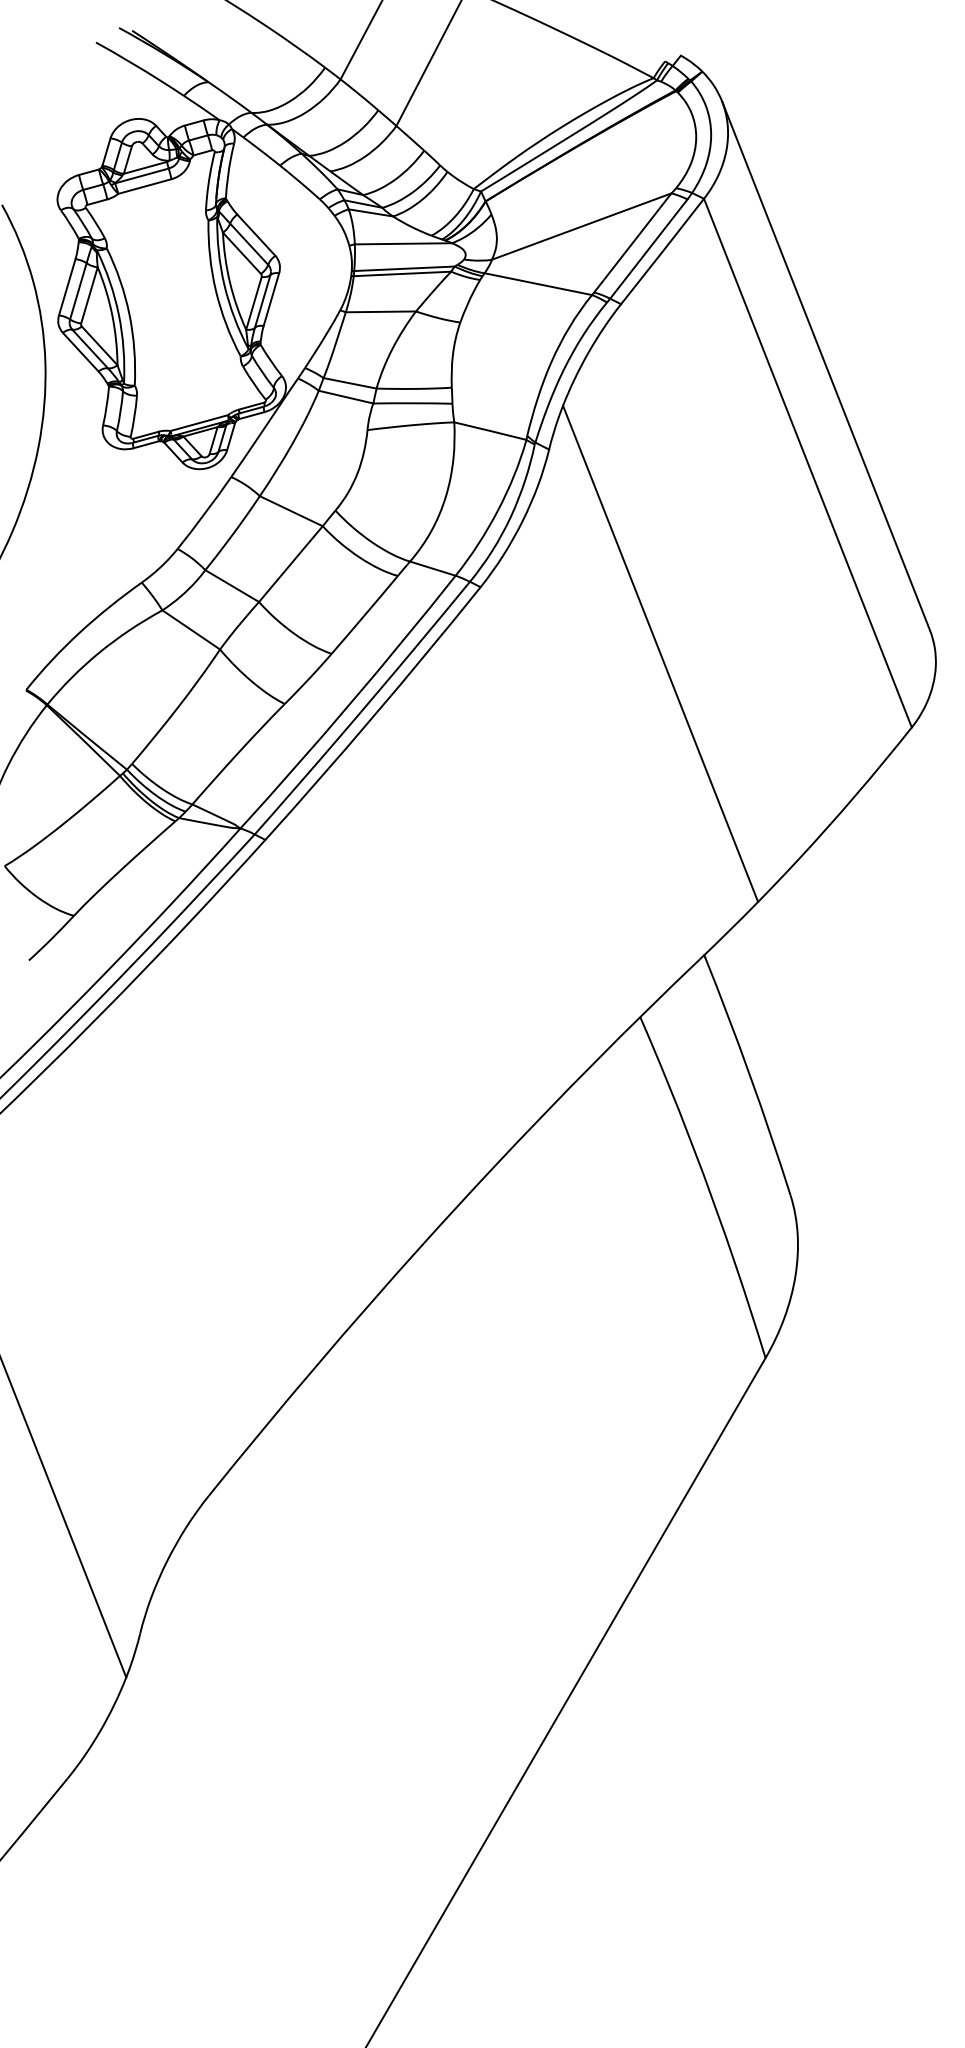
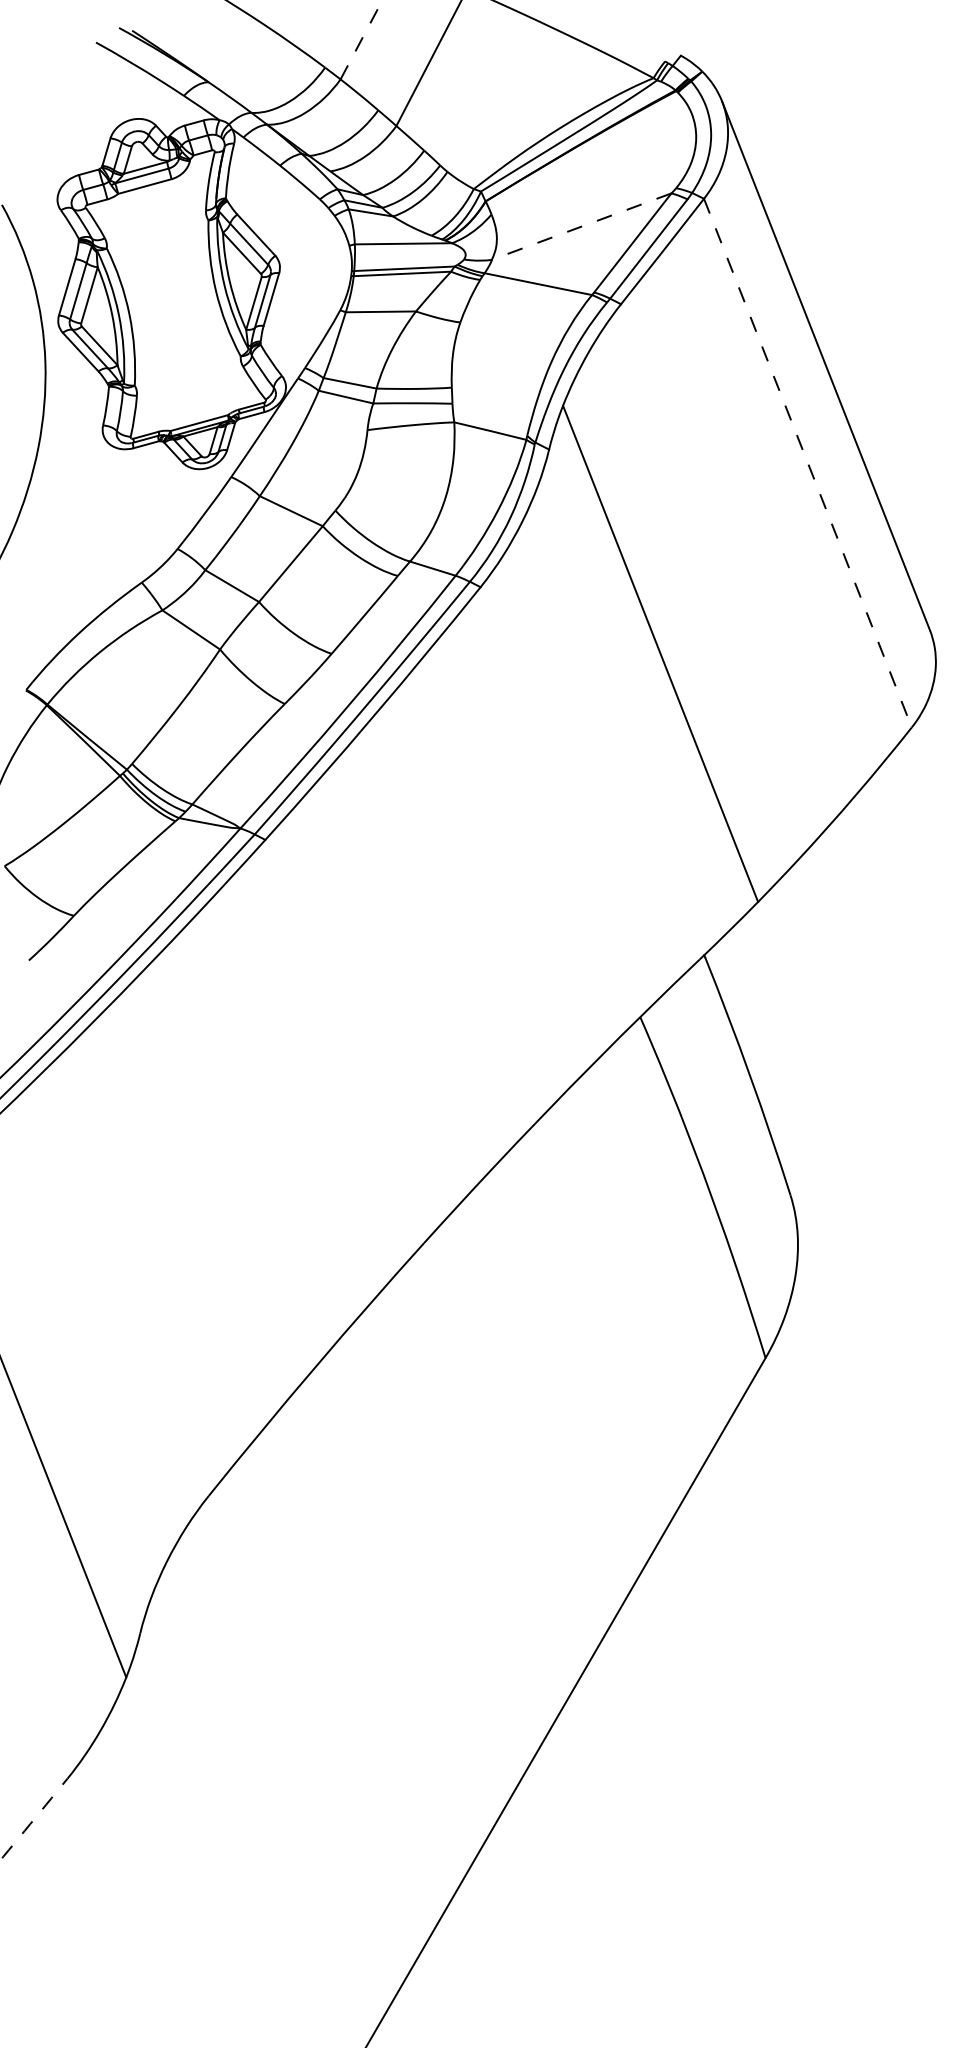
line at (361, 39): solid -> dashed
line at (581, 226): solid -> dashed
line at (808, 463): solid -> dashed
arc at (33, 1819): solid -> dashed
